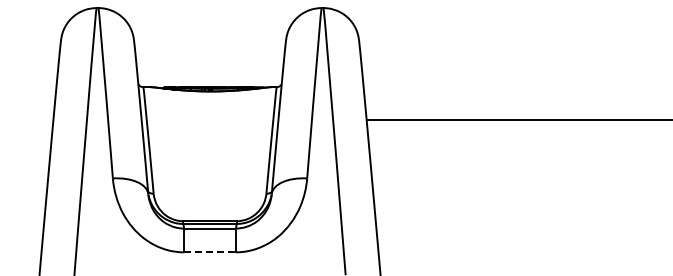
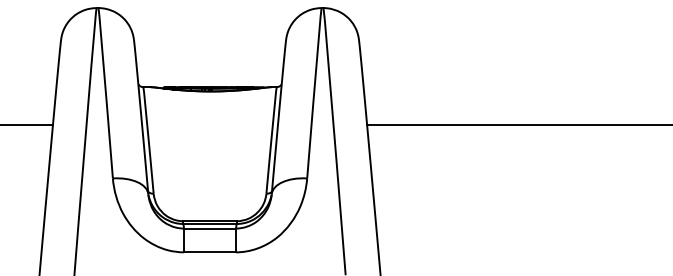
line at (518, 120) position: (518, 120) -> (518, 125)
line at (27, 125): none -> present
line at (210, 252): dashed -> solid
